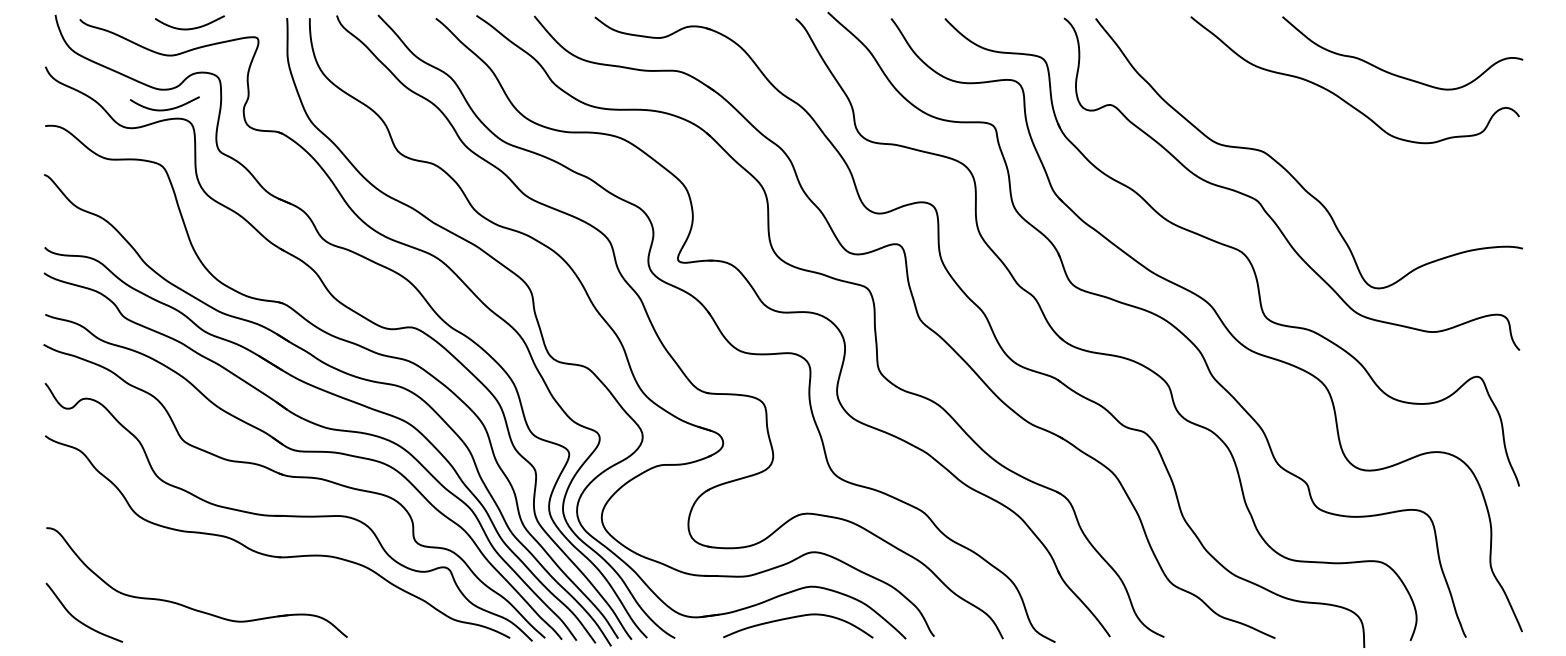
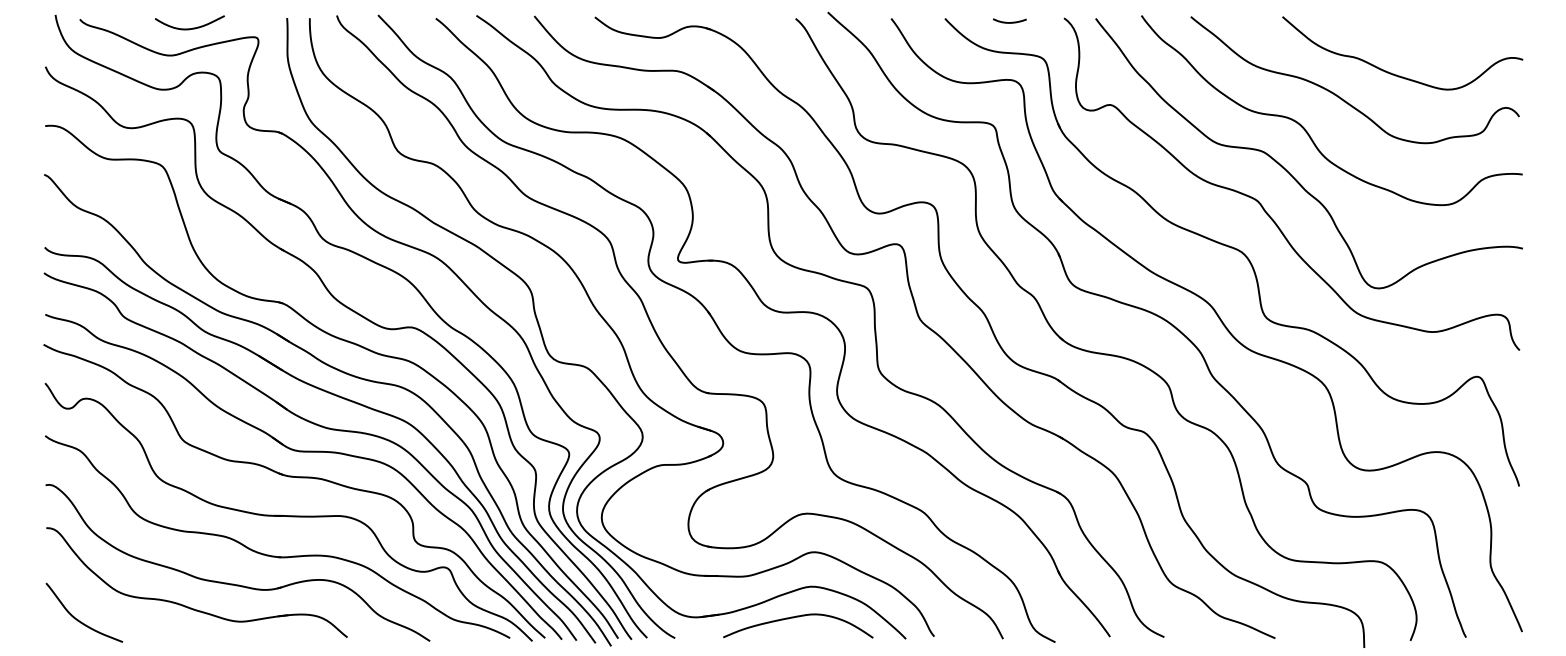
curve at (1009, 22): none -> present
curve at (167, 108): present -> none
curve at (1305, 128): none -> present
part at (233, 583): none -> present
